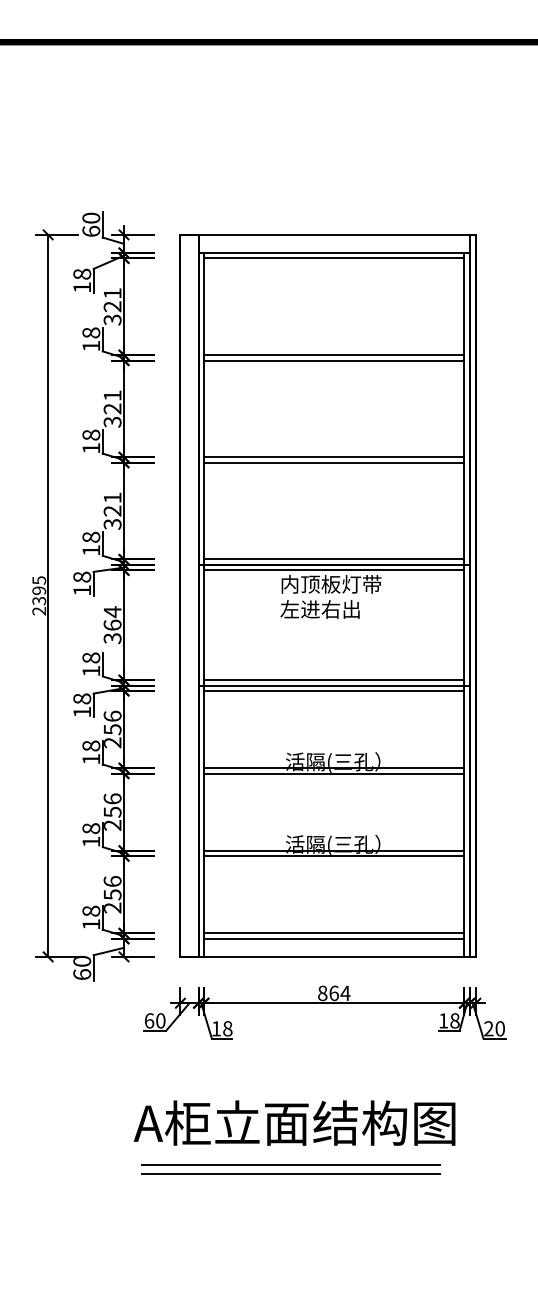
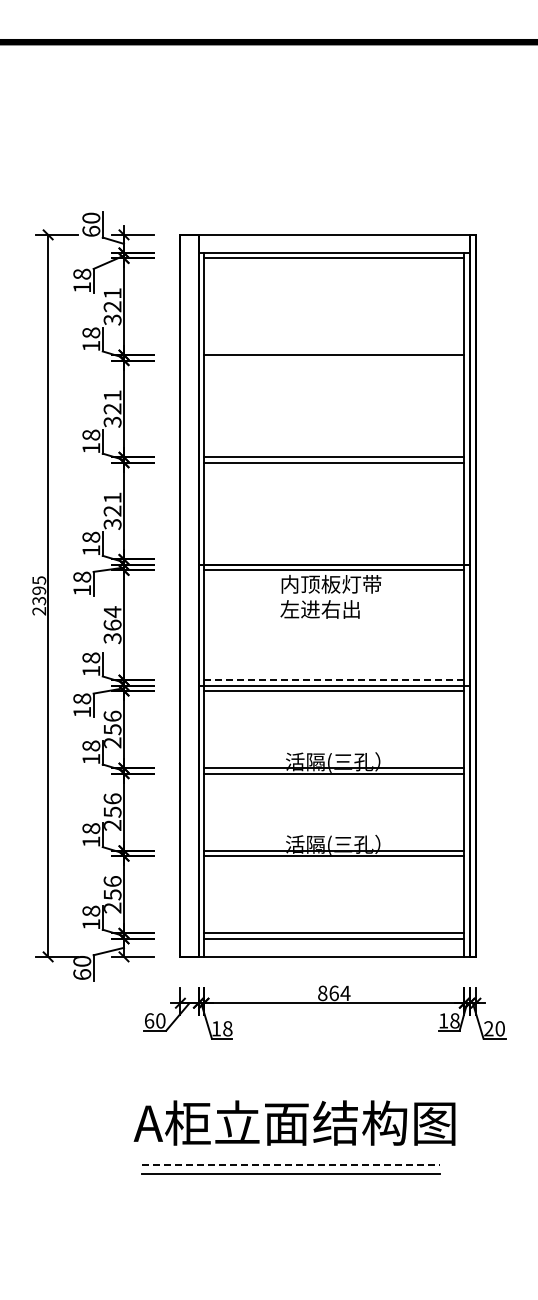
line at (333, 360): present -> none
line at (333, 559): present -> none
line at (333, 680): solid -> dashed
line at (291, 1165): solid -> dashed
